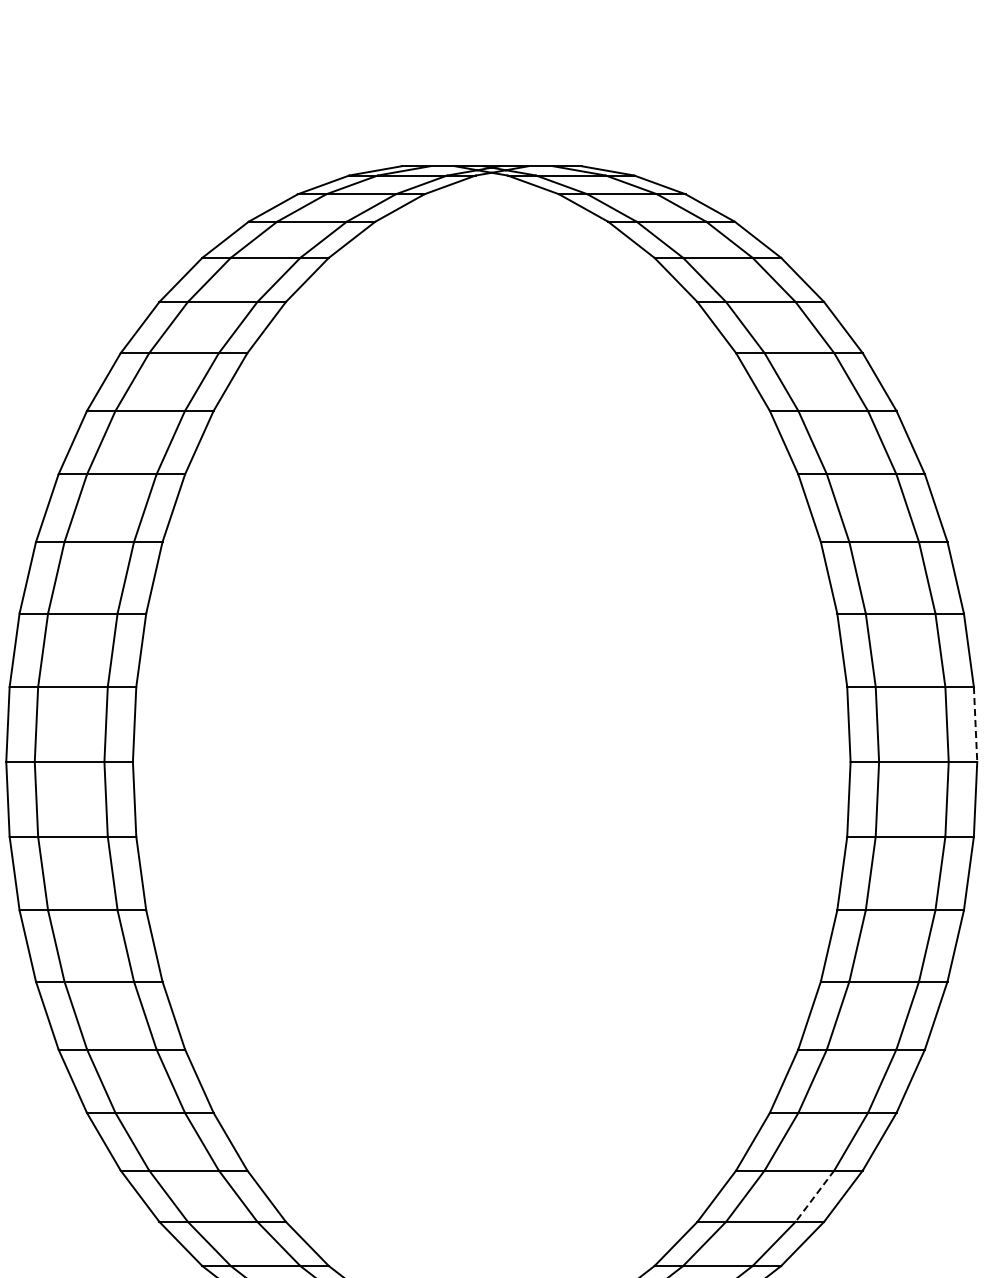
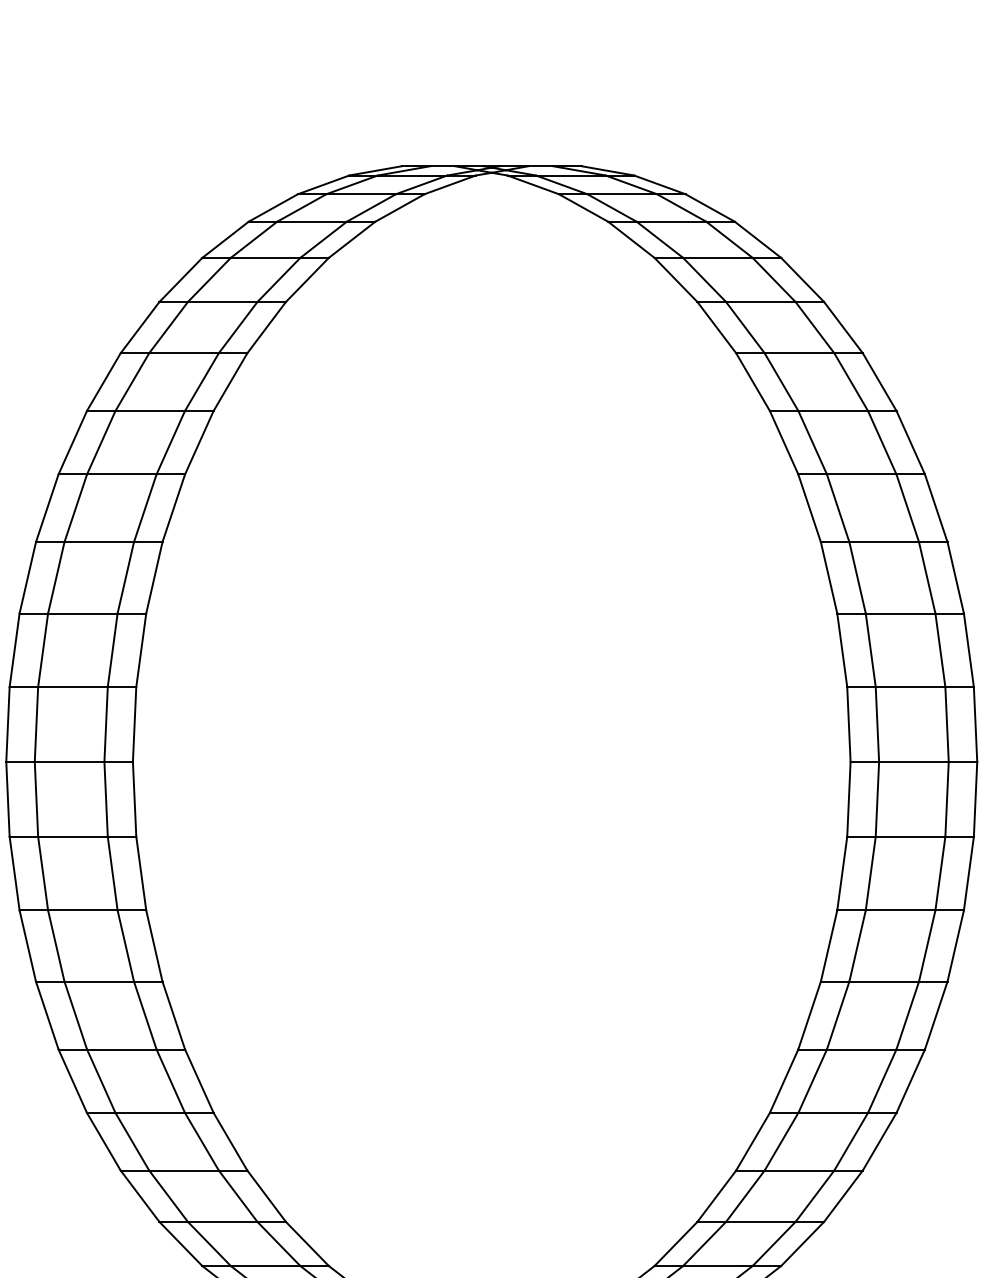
line at (975, 725): dashed -> solid
line at (814, 1196): dashed -> solid
